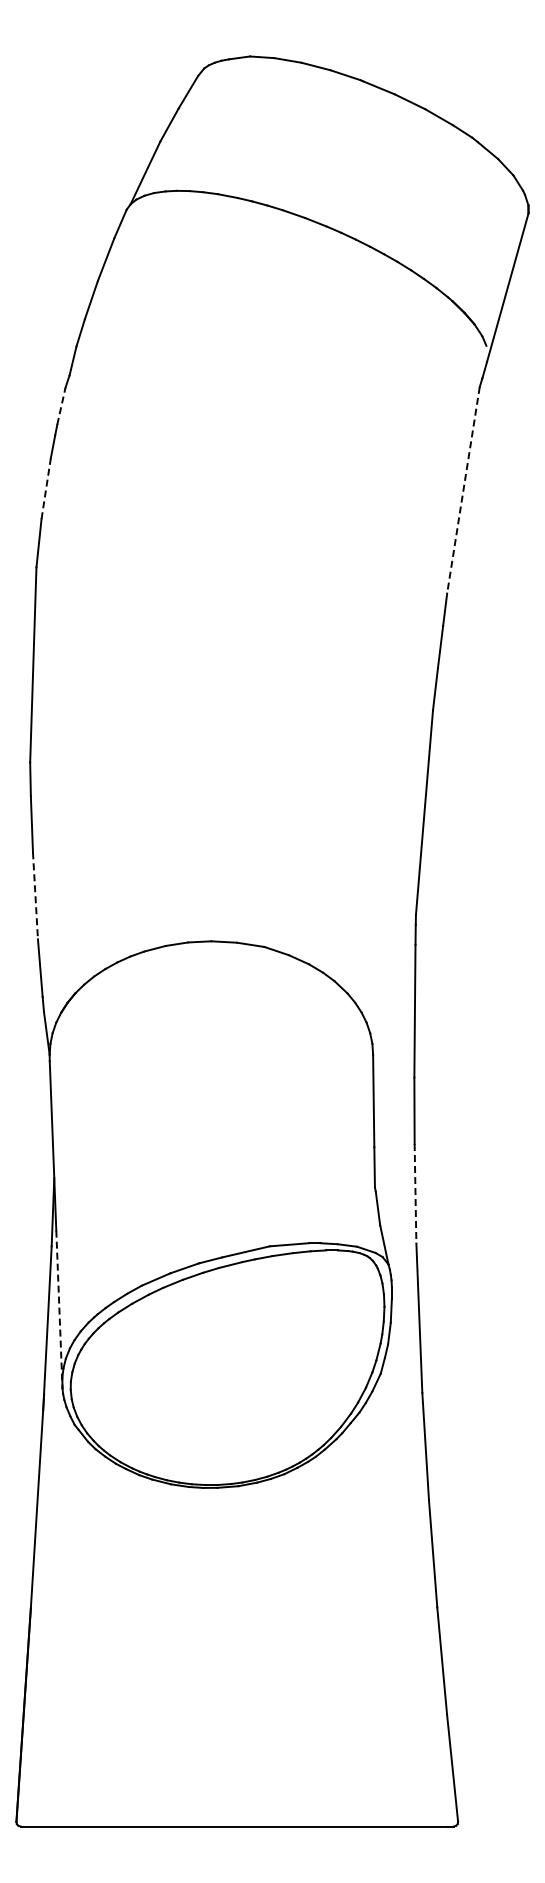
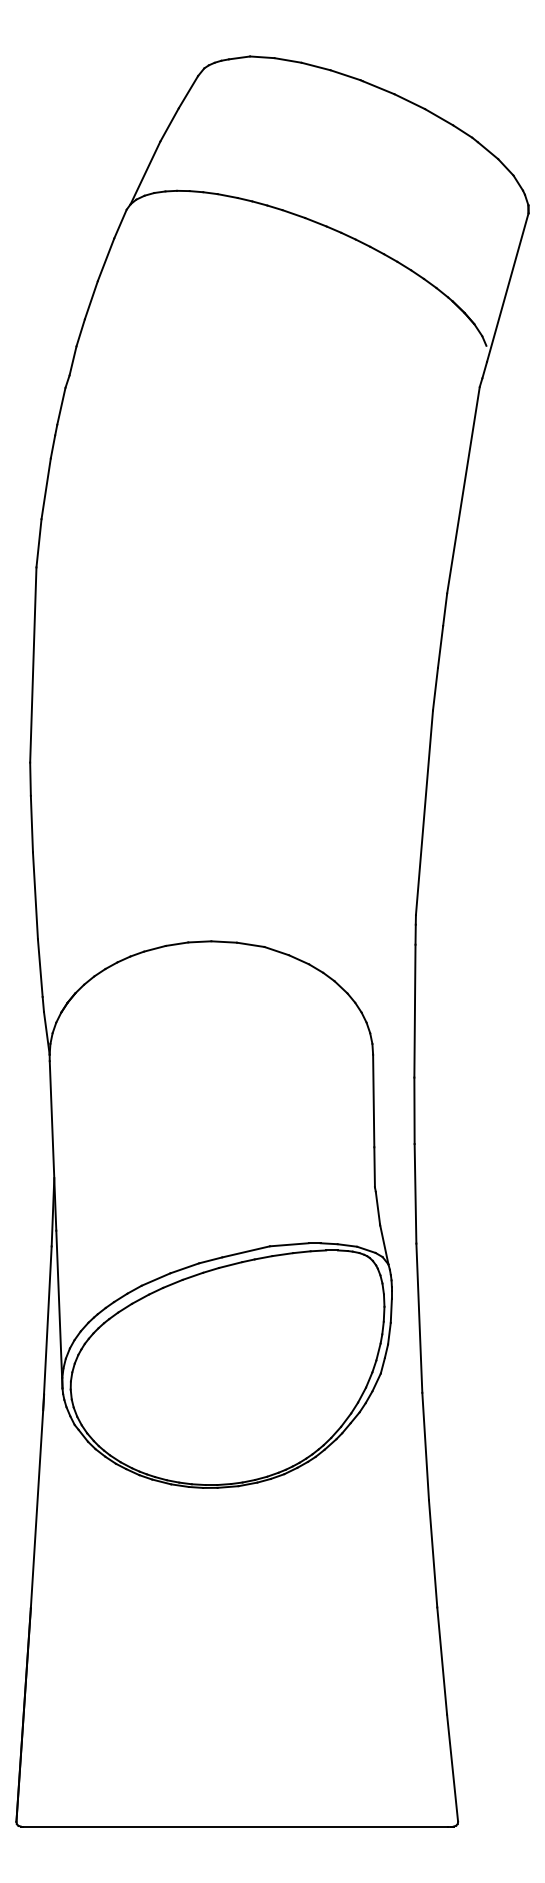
line at (61, 406): dashed -> solid
line at (46, 488): dashed -> solid
line at (463, 490): dashed -> solid
line at (35, 895): dashed -> solid
line at (415, 1193): dashed -> solid
line at (59, 1309): dashed -> solid
